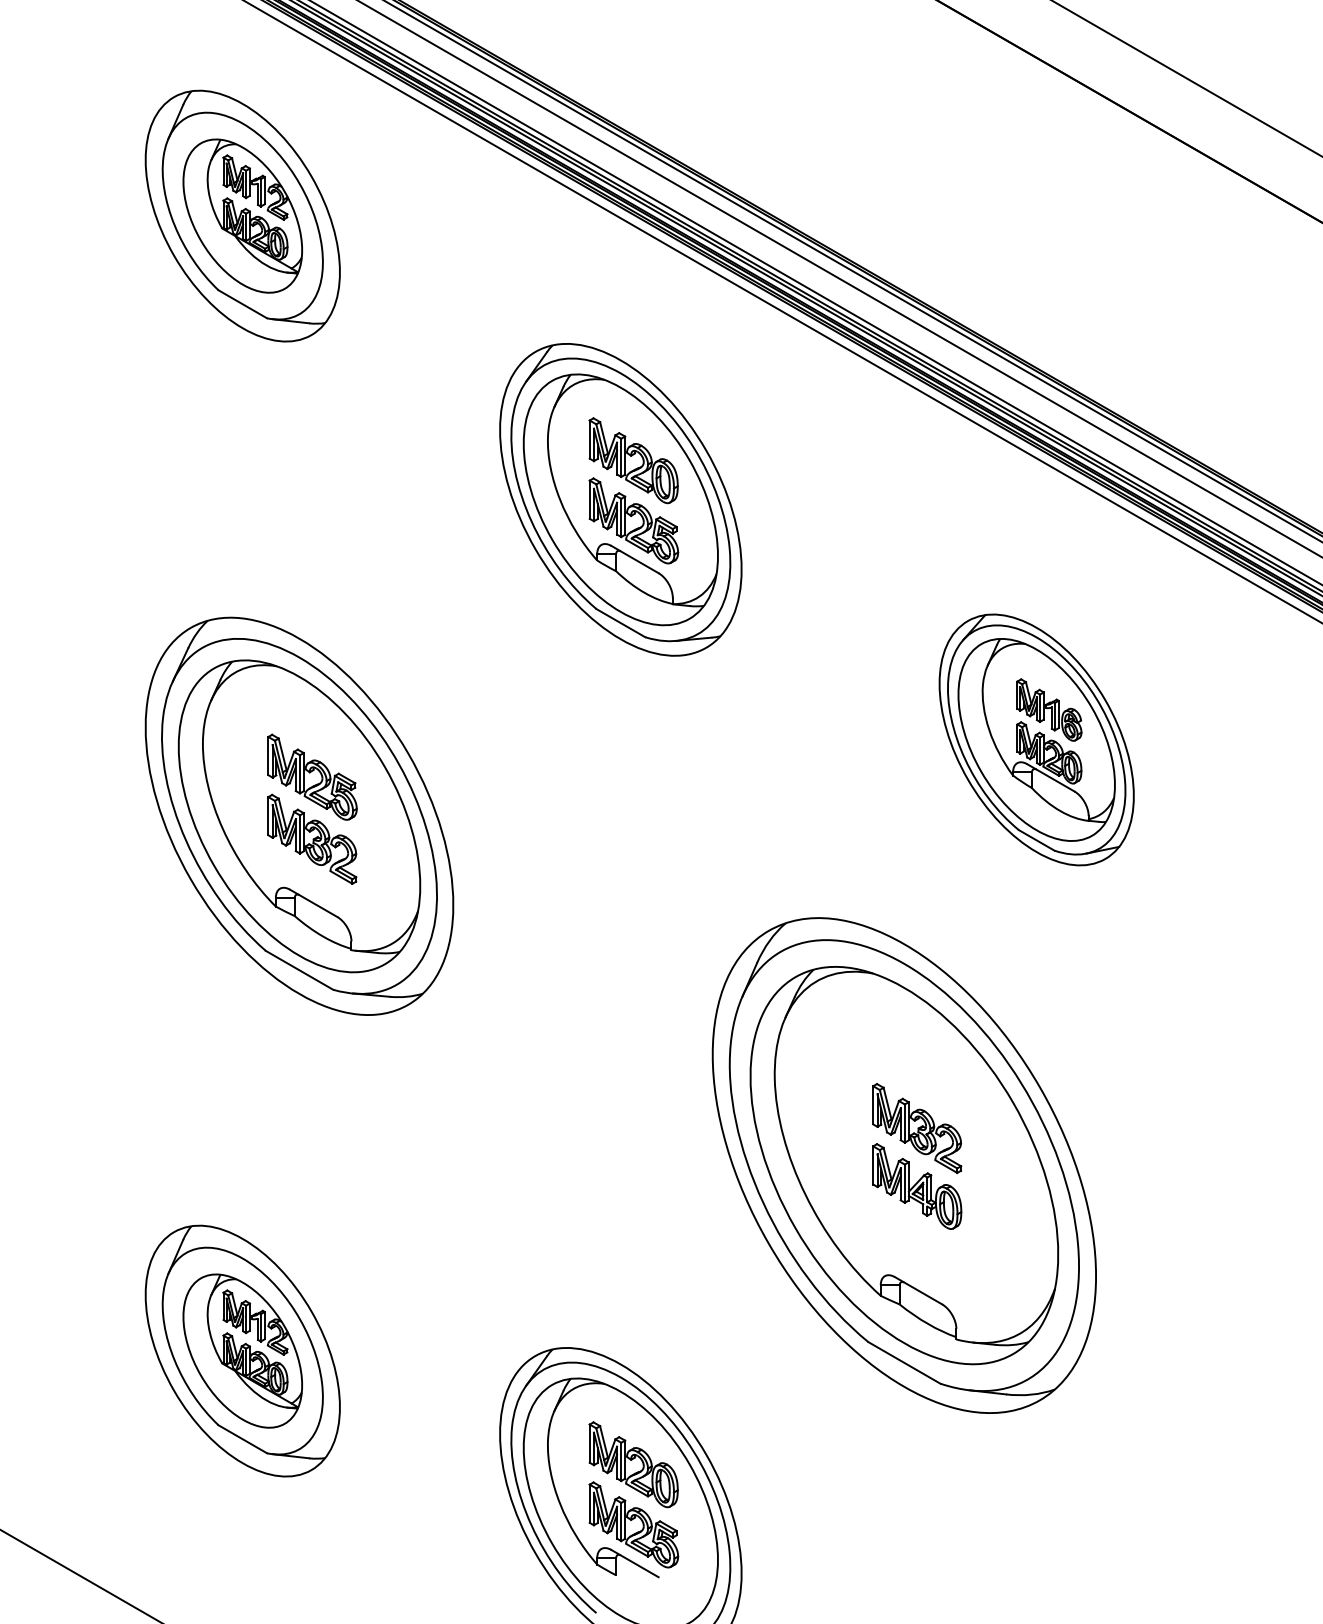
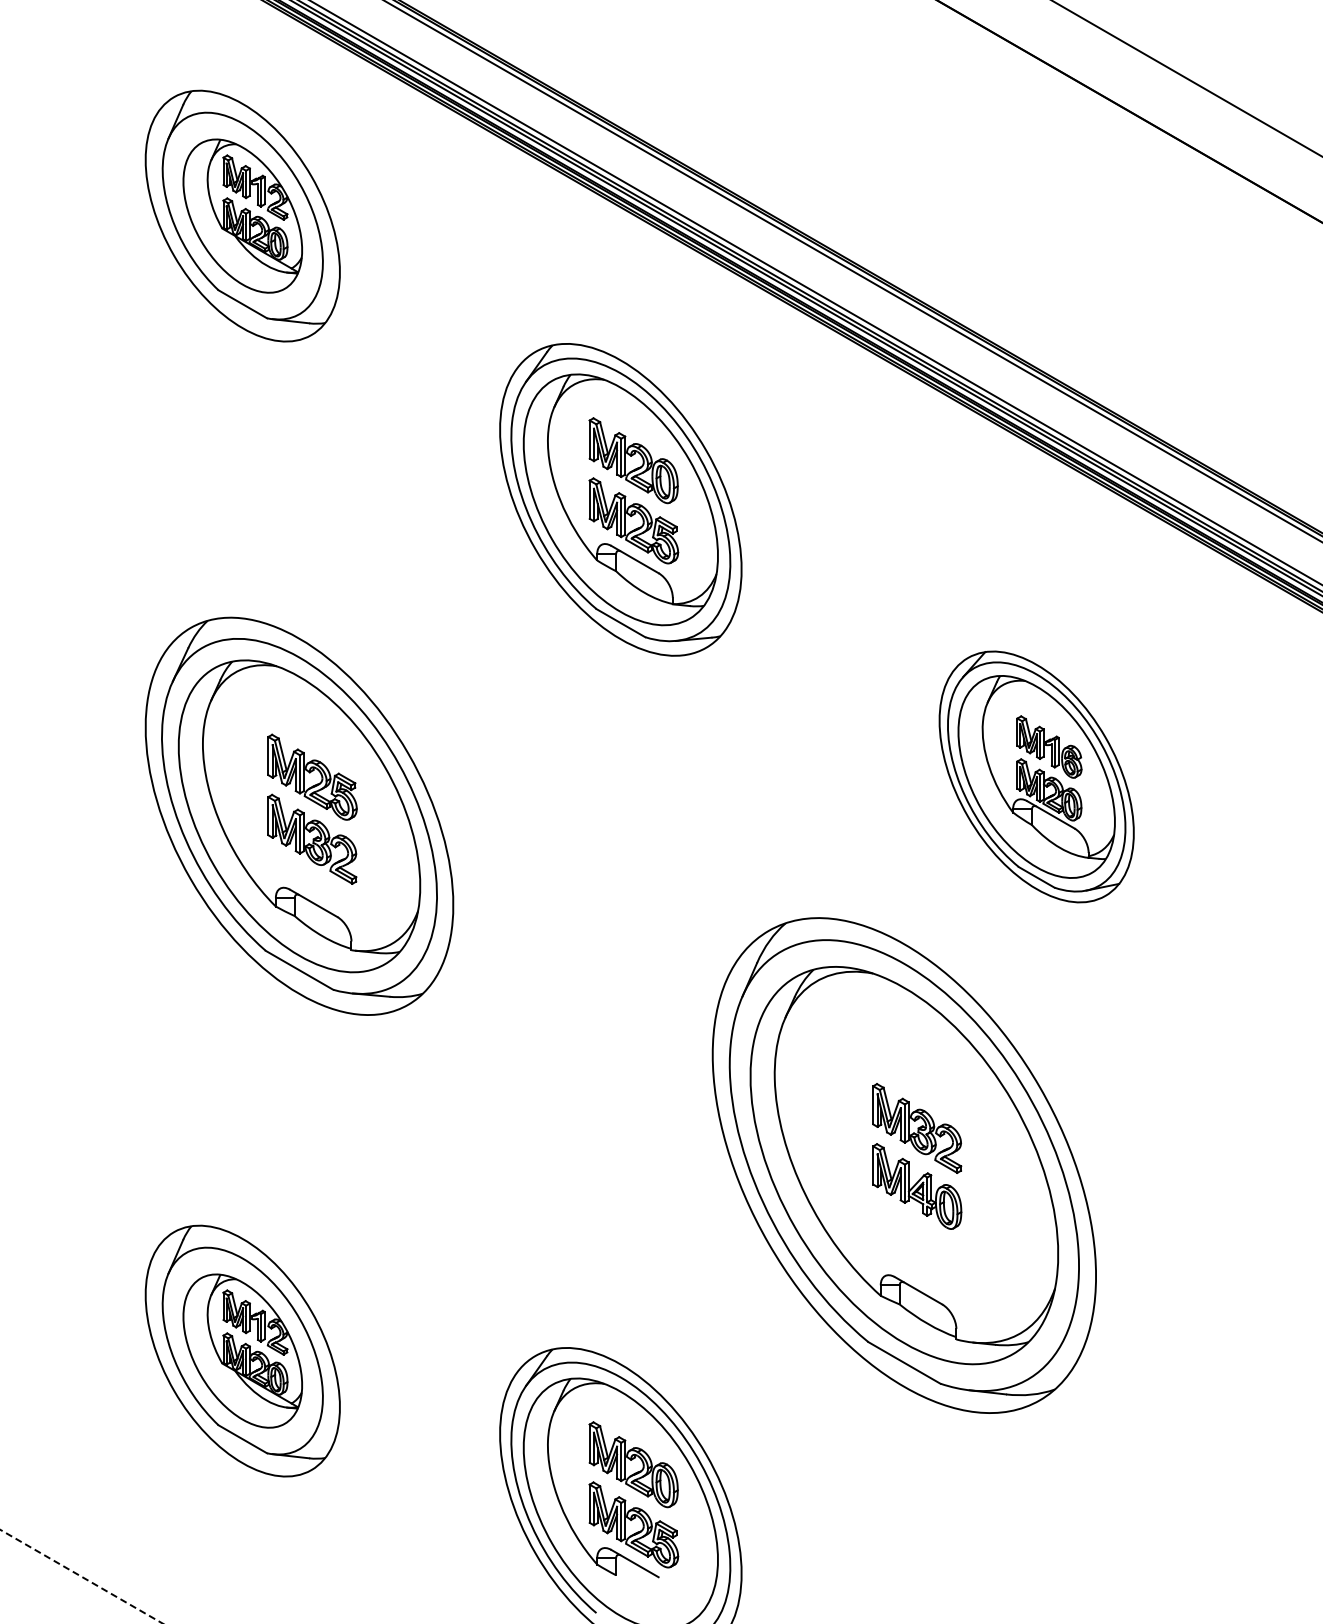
line at (839, 278): present -> none
line at (782, 311): present -> none
part at (1036, 739) position: (1036, 739) -> (1036, 776)
line at (81, 1576): solid -> dashed
